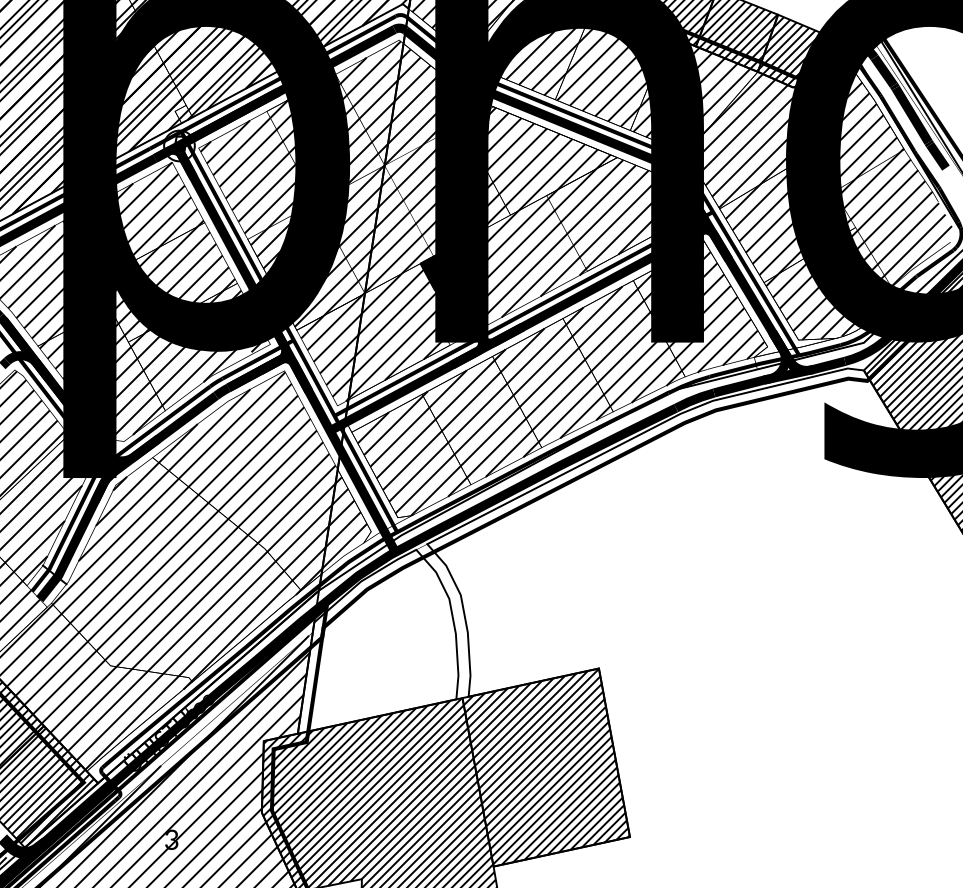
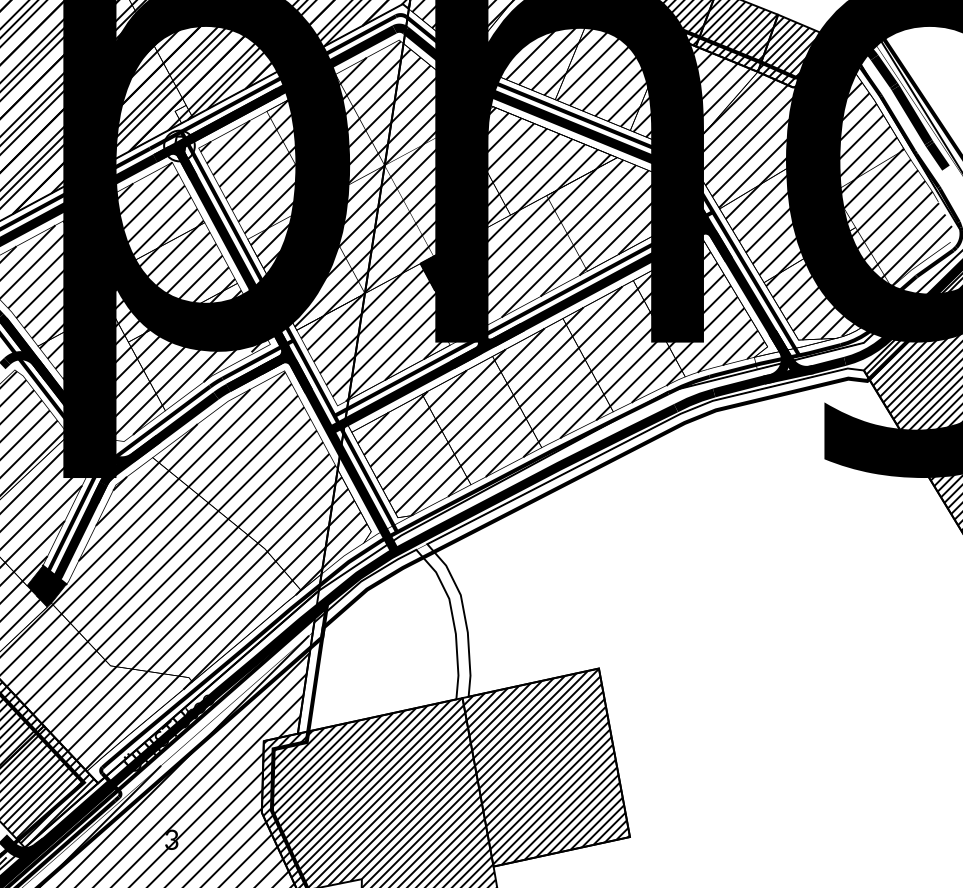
fill at (46, 586): none -> present
